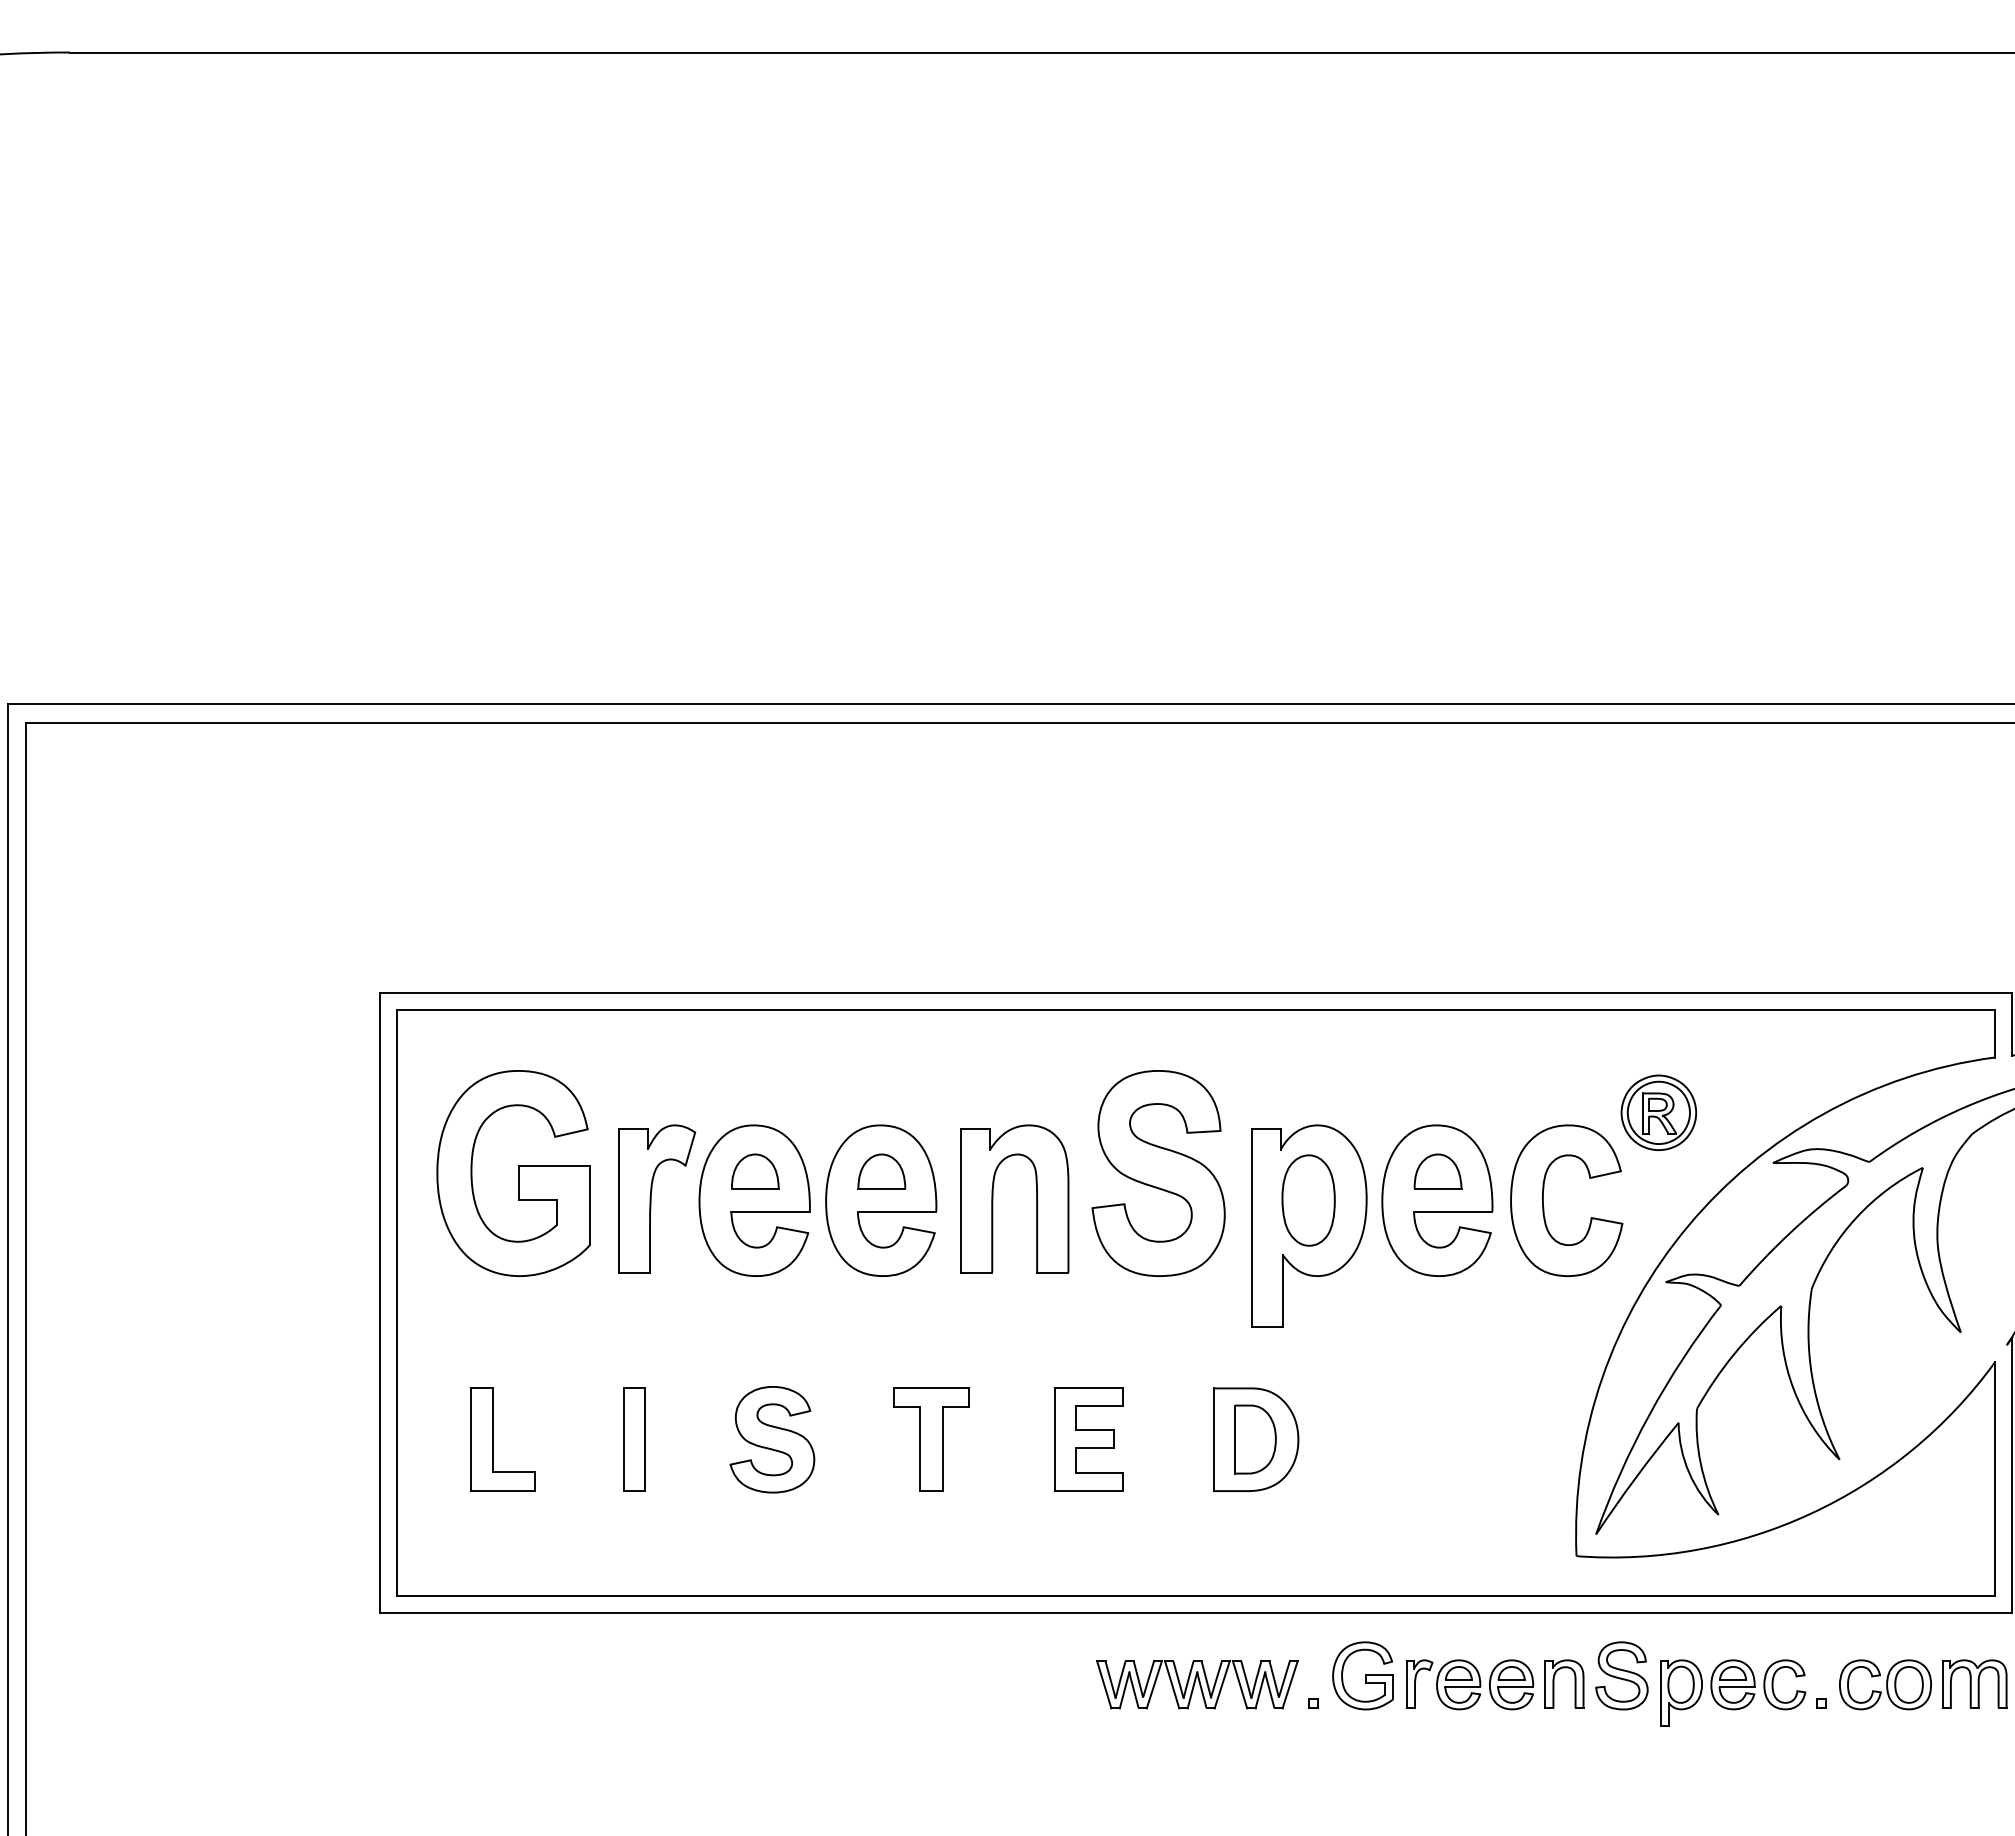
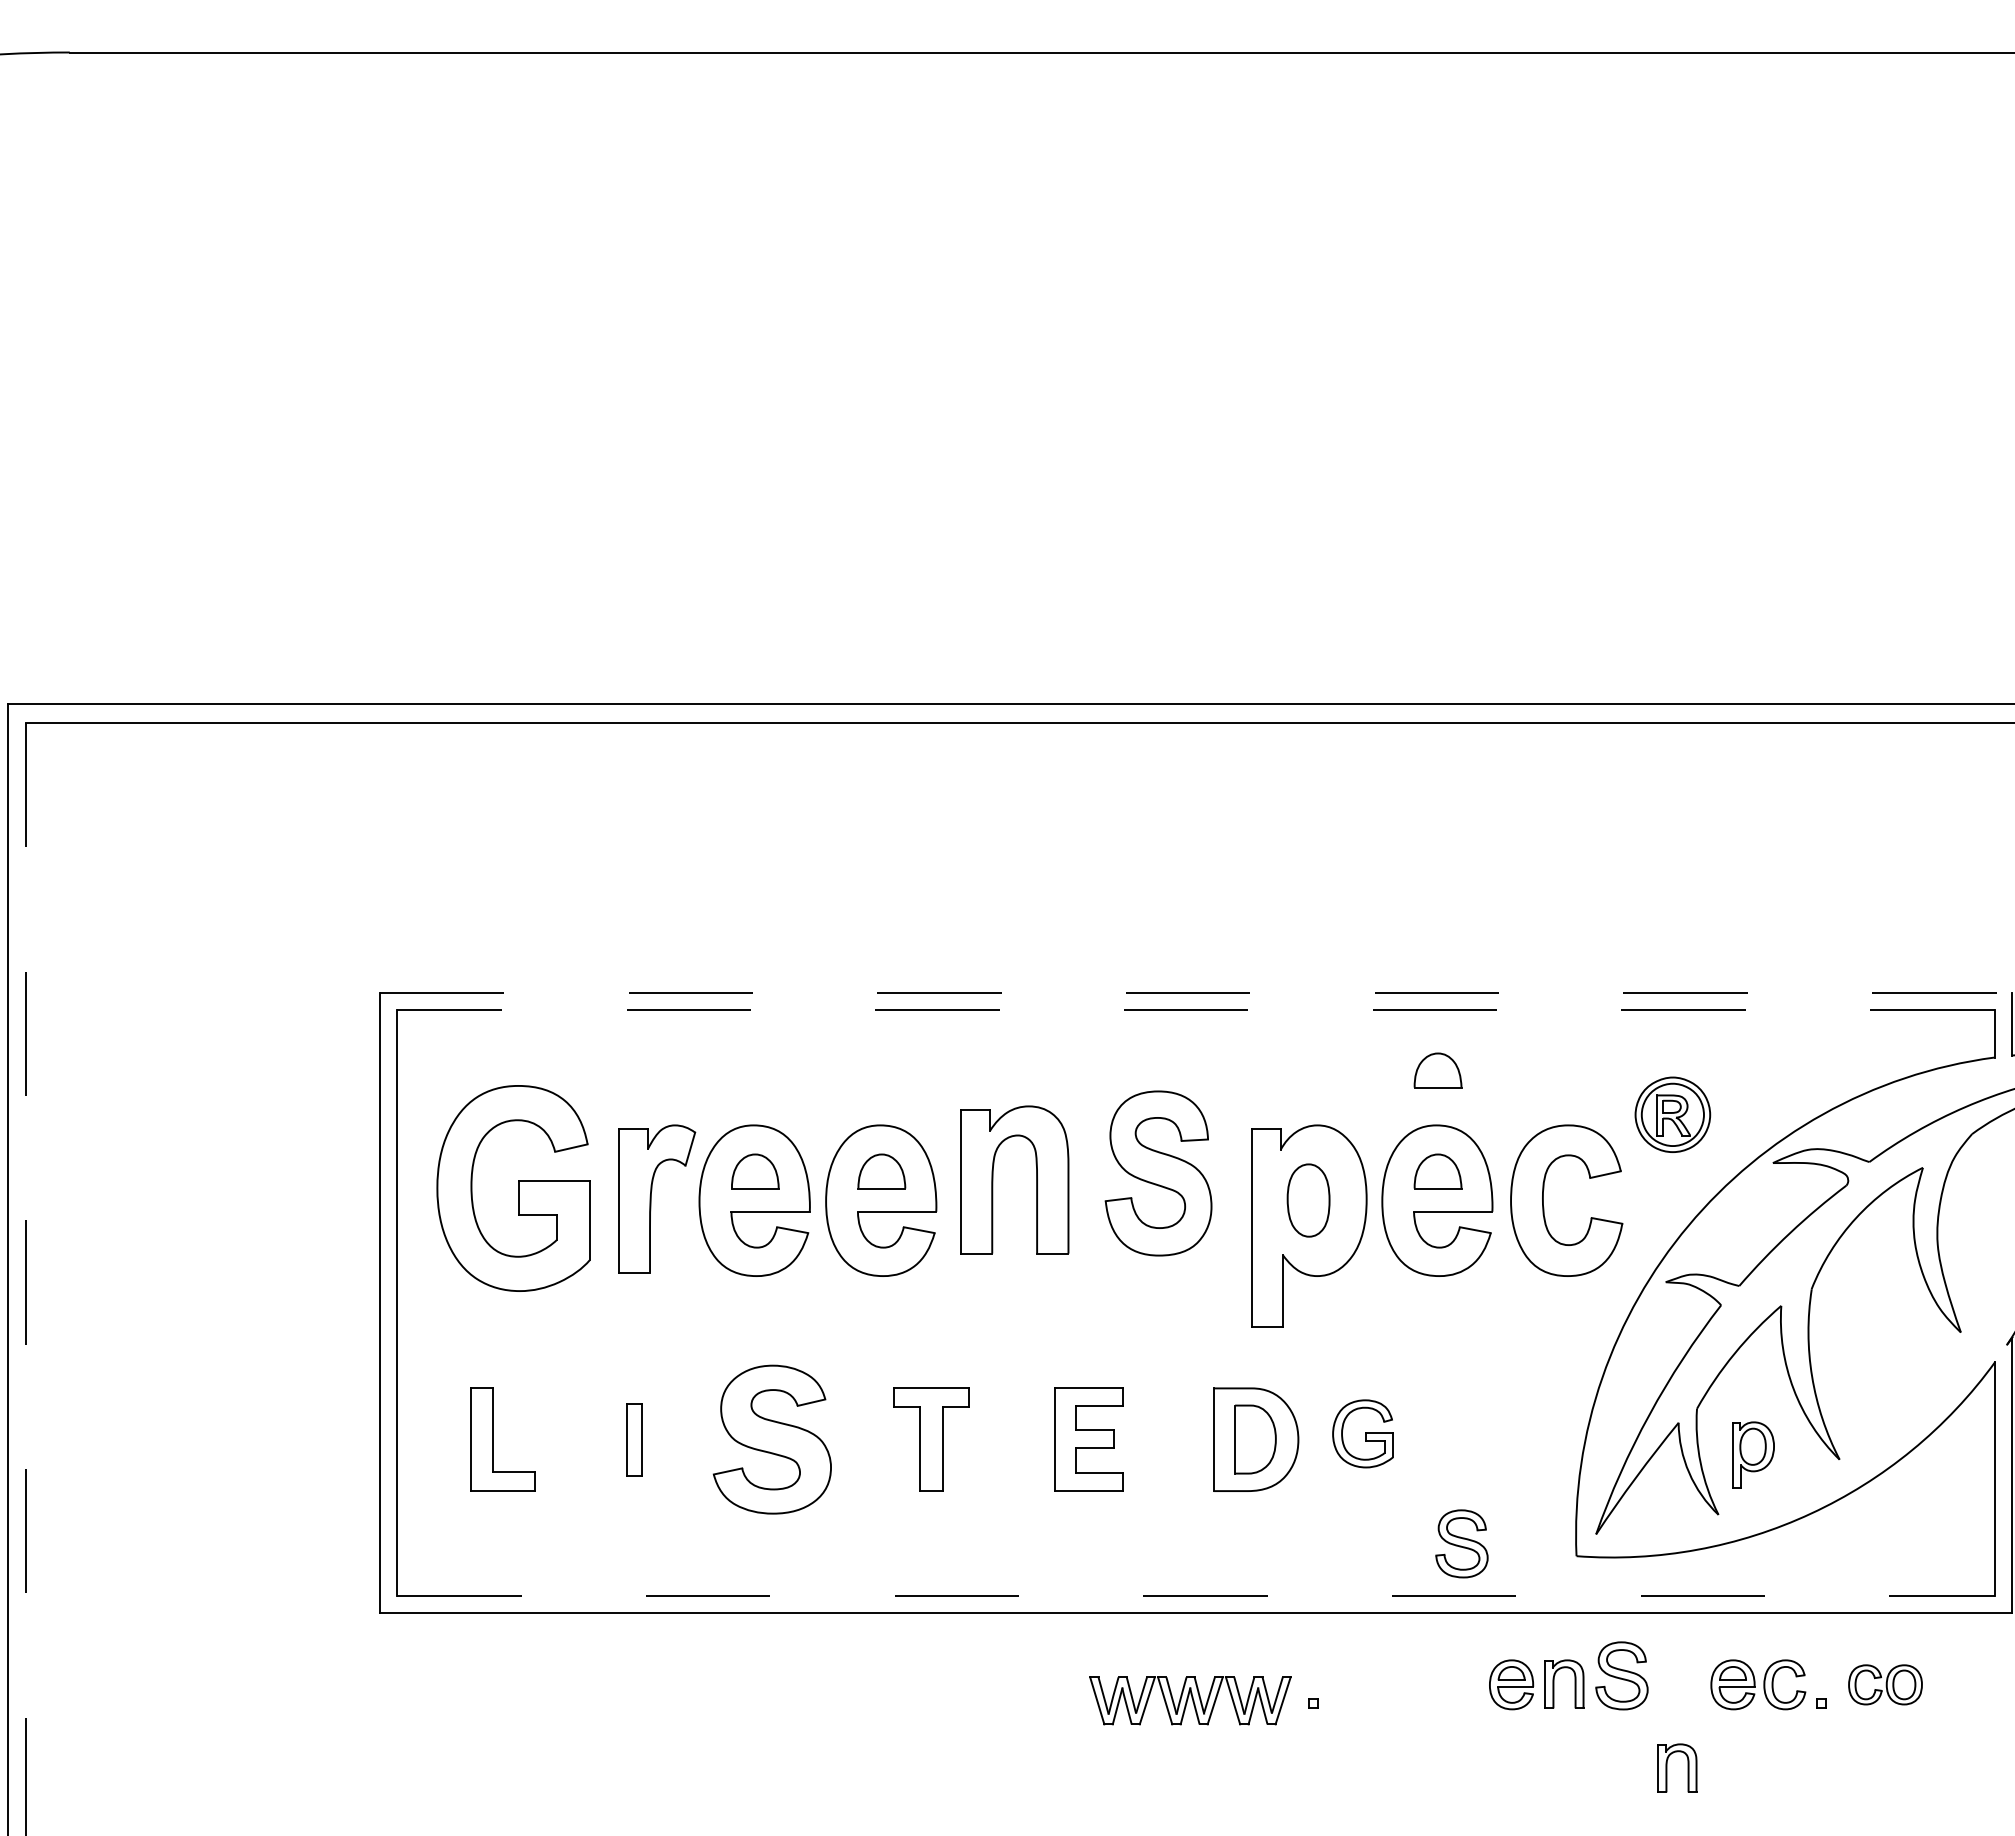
line at (1195, 992): solid -> dashed
line at (1195, 1010): solid -> dashed
part at (1437, 1070): none -> present
part at (1658, 1112) position: (1658, 1112) -> (1672, 1114)
part at (513, 1173) position: (513, 1173) -> (513, 1188)
part at (1158, 1173) size: 135x207 px -> 109x167 px
part at (993, 1198) position: (993, 1198) -> (993, 1179)
part at (1308, 1200) size: 55x93 px -> 45x75 px
line at (26, 1279): solid -> dashed
part at (634, 1439) size: 23x105 px -> 17x74 px
part at (772, 1439) size: 87x108 px -> 120x151 px
part at (1461, 1543): none -> present
line at (1196, 1596): solid -> dashed
part at (1362, 1675) position: (1362, 1675) -> (1362, 1433)
part at (1974, 1683): present -> none
part at (1197, 1684) position: (1197, 1684) -> (1190, 1700)
part at (1443, 1684): present -> none
part at (1885, 1684) size: 93x52 px -> 75x42 px
part at (1681, 1692) position: (1681, 1692) -> (1753, 1454)
part at (1667, 1767): none -> present
